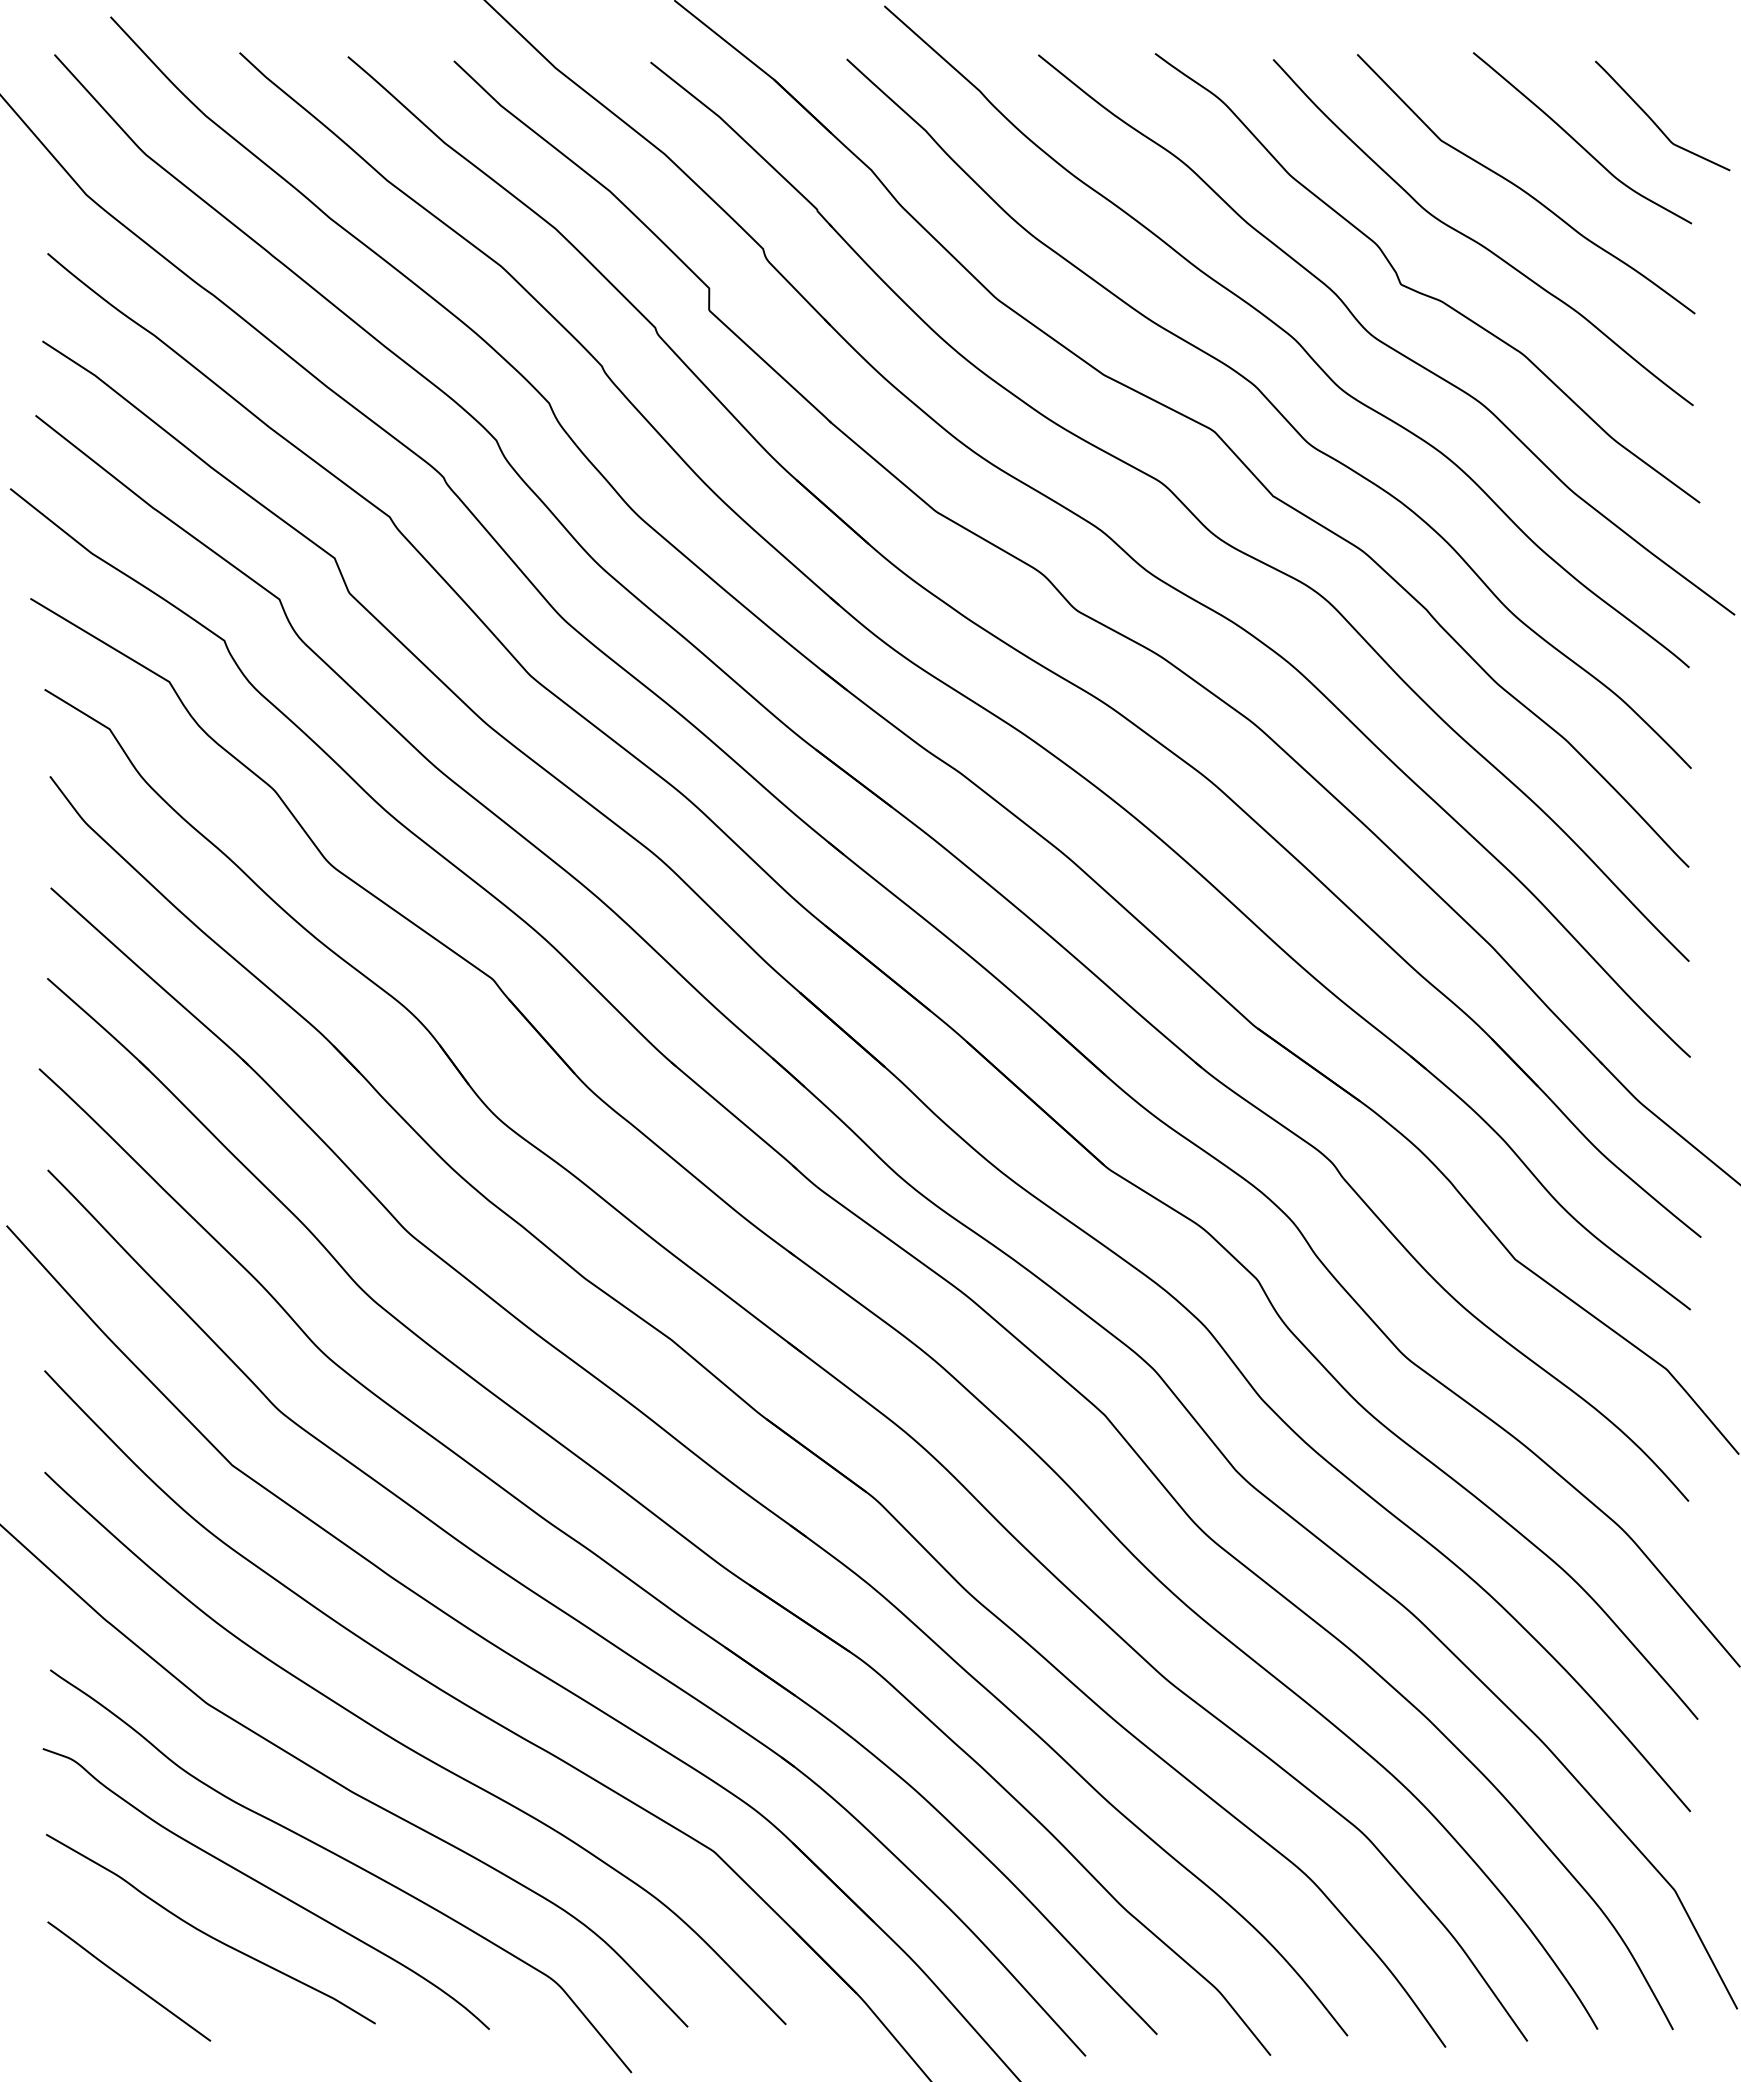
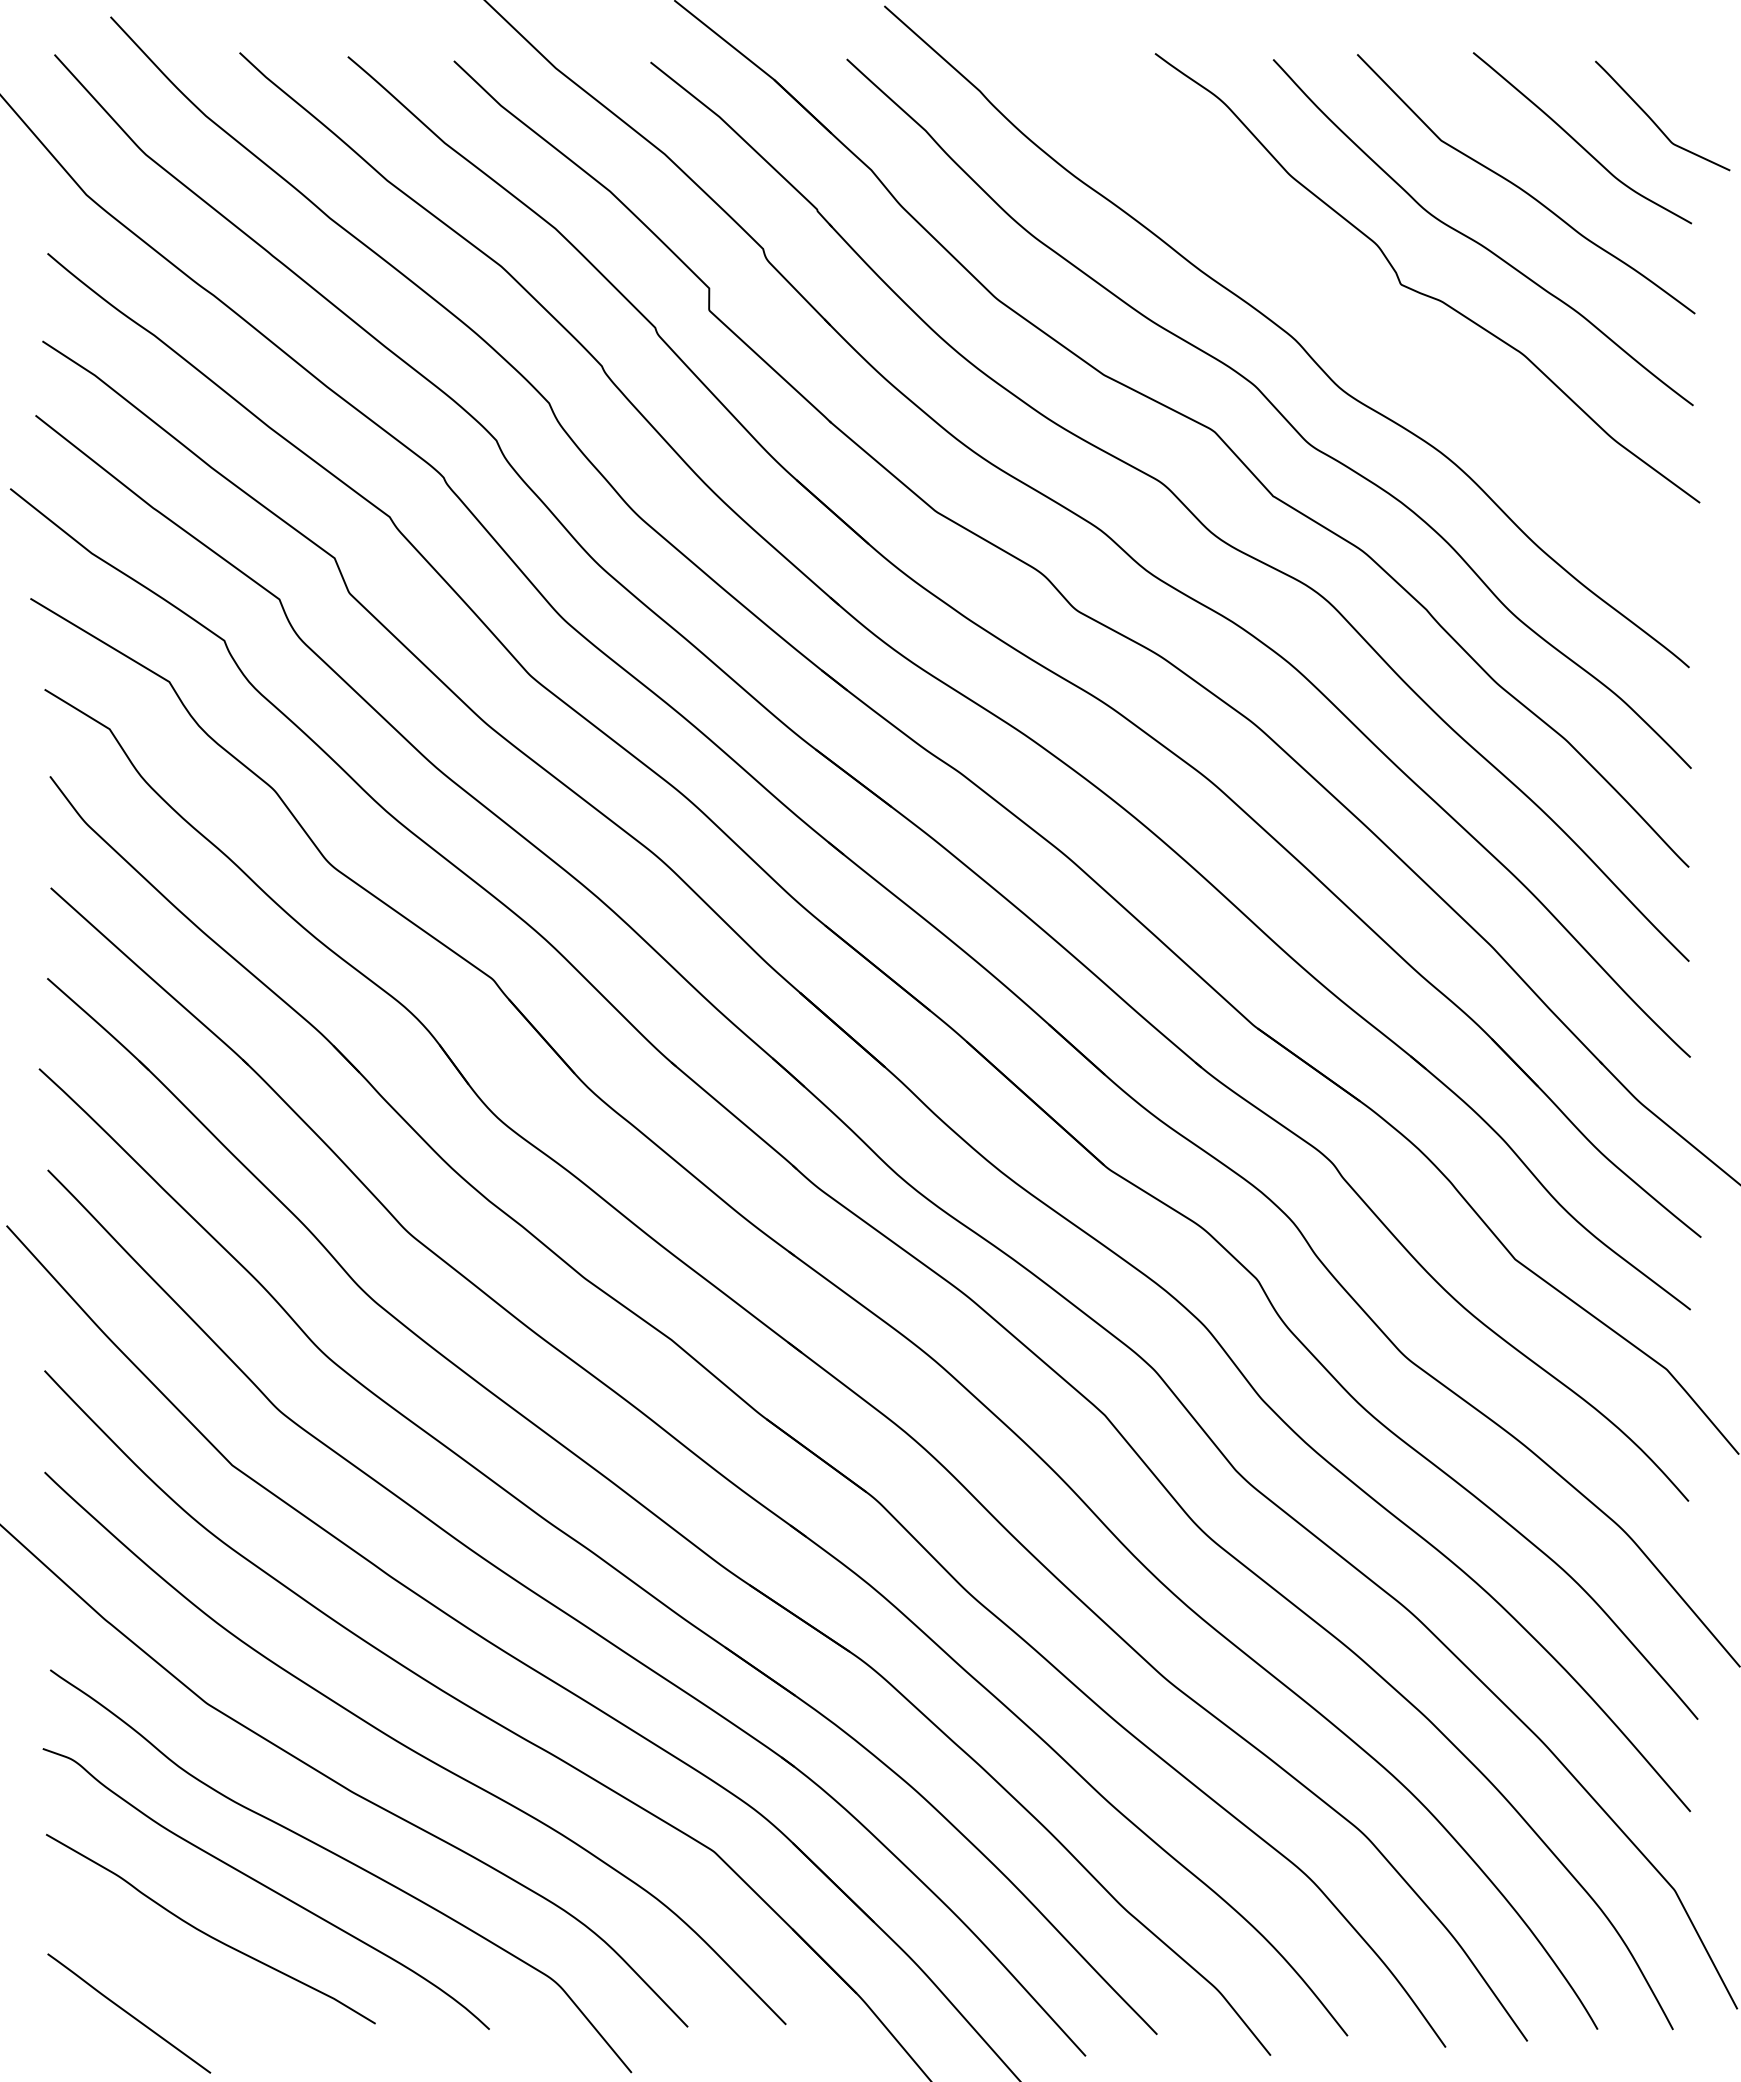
curve at (1381, 340): present -> none
line at (129, 1981) position: (129, 1981) -> (129, 2013)
